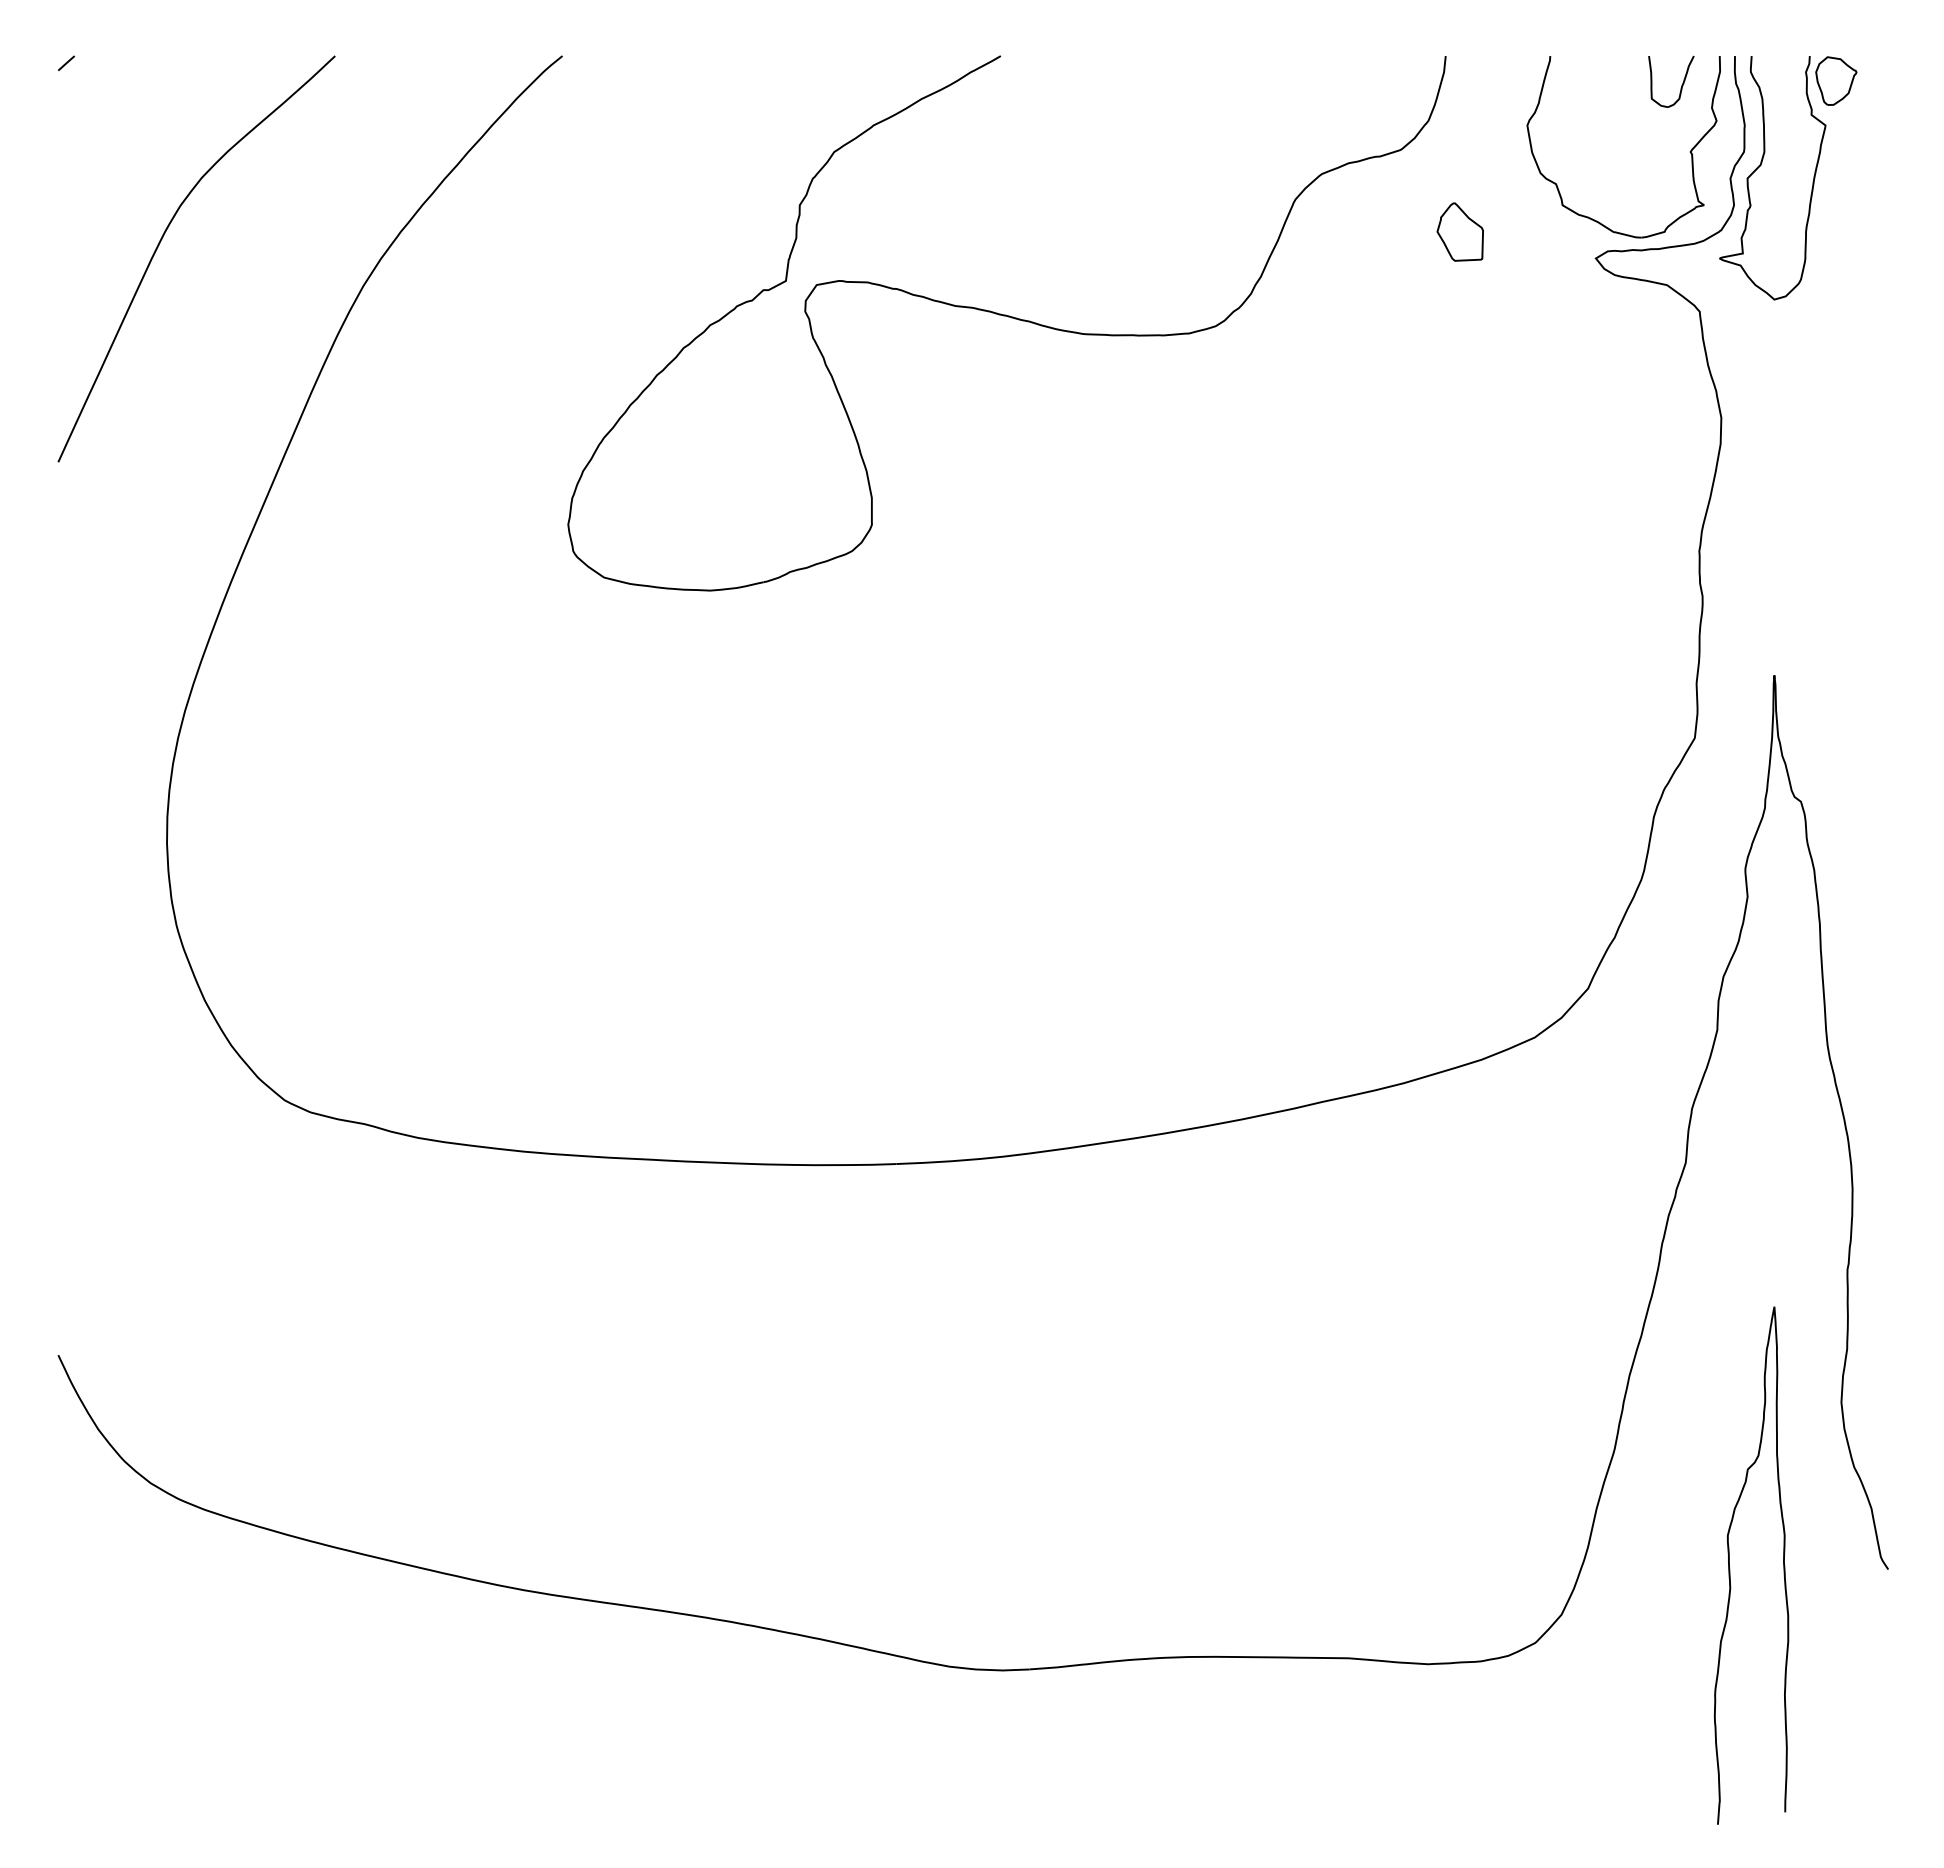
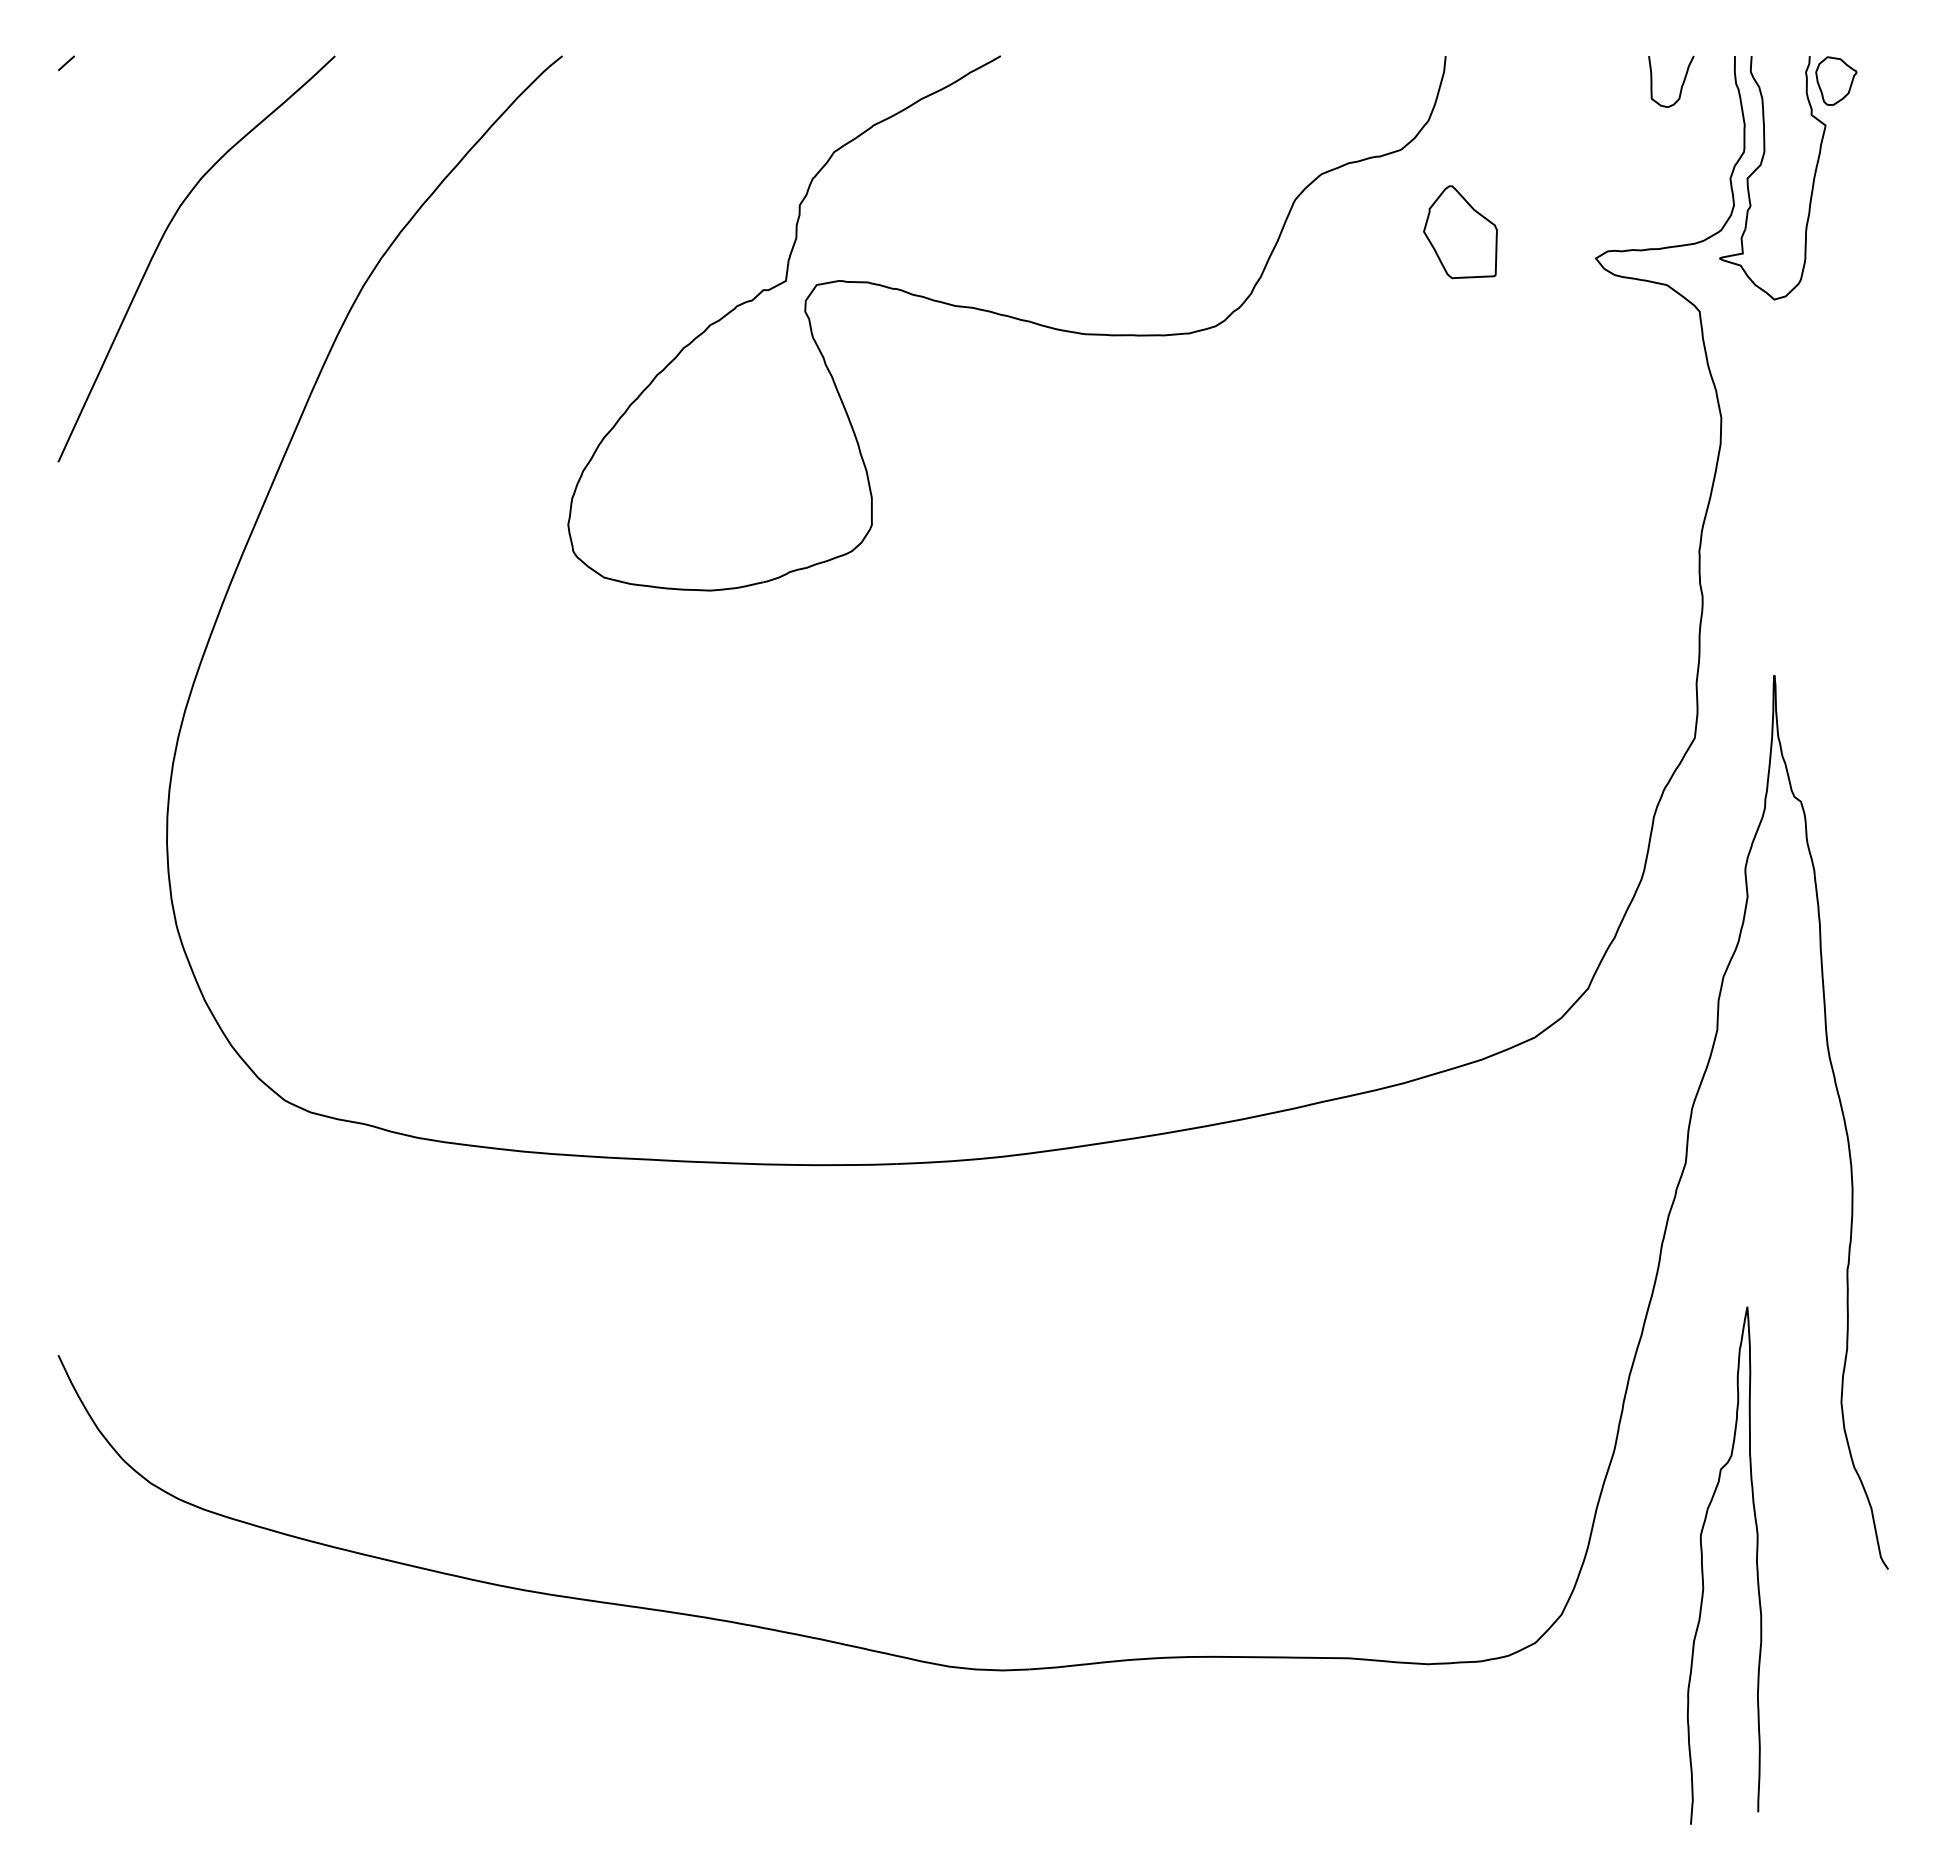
part at (1689, 151): present -> none
part at (1459, 231) size: 48x60 px -> 75x95 px
curve at (1730, 1568) position: (1730, 1568) -> (1703, 1568)
